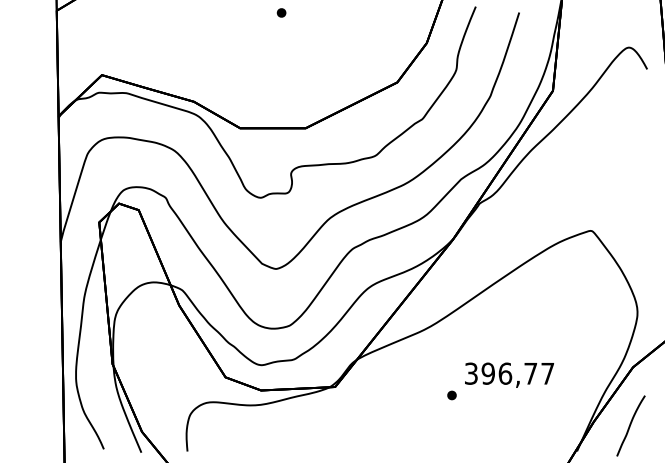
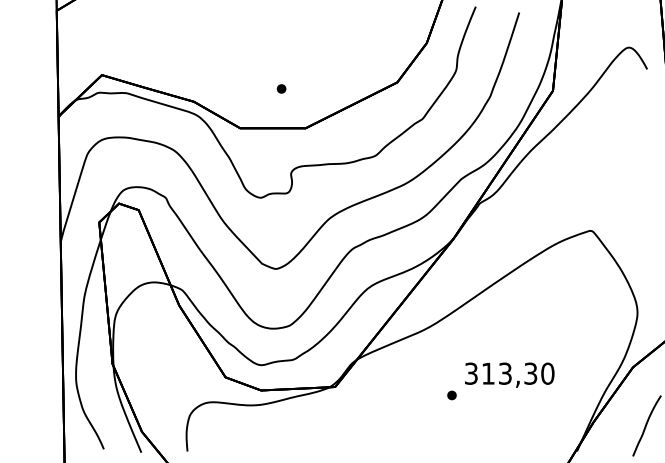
part at (281, 12) position: (281, 12) -> (281, 88)
text at (517, 373): 396,77 -> 313,30
curve at (630, 425) position: (630, 425) -> (646, 425)
